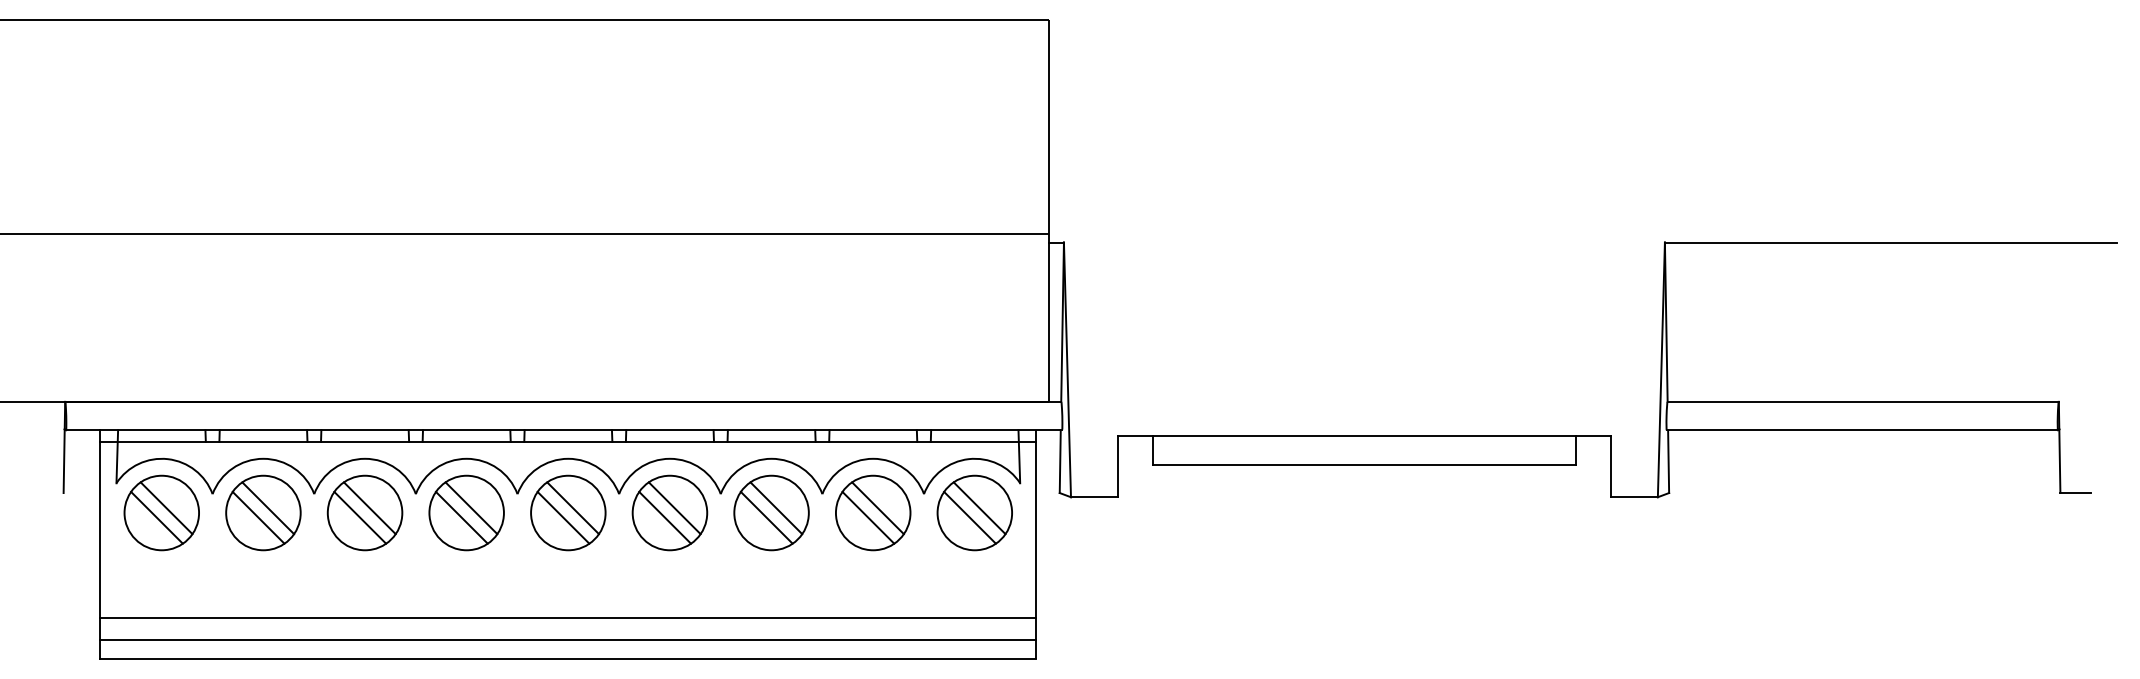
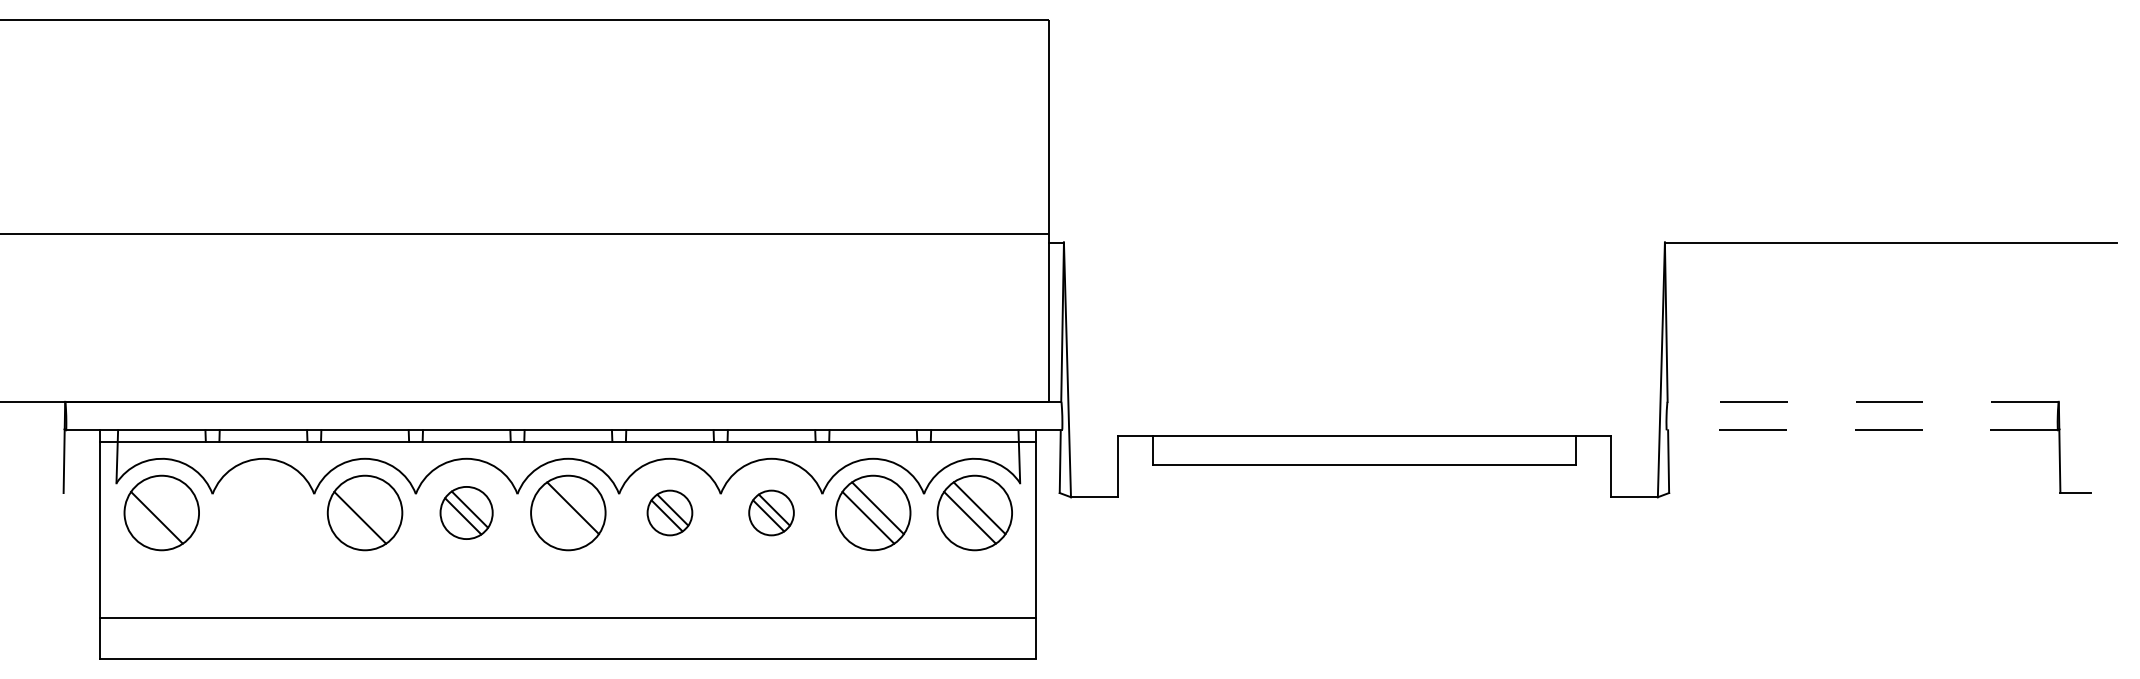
line at (1863, 401): solid -> dashed
line at (1862, 430): solid -> dashed
line at (166, 508): present -> none
line at (369, 508): present -> none
part at (263, 512): present -> none
part at (466, 512) size: 77x78 px -> 55x54 px
part at (669, 512) size: 78x78 px -> 48x48 px
part at (771, 512) size: 77x78 px -> 47x48 px
line at (563, 517): present -> none
line at (568, 640): present -> none
